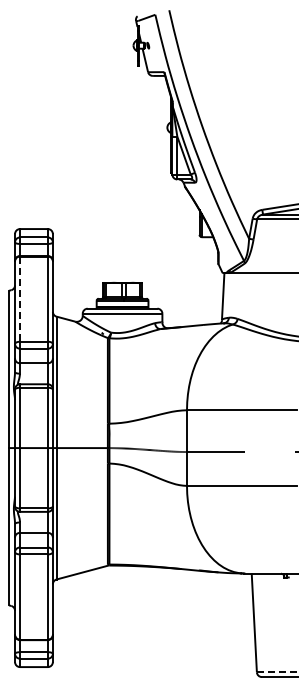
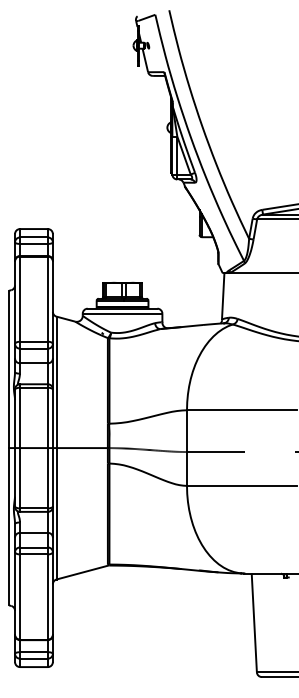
line at (20, 299): dashed -> solid
line at (277, 672): dashed -> solid
